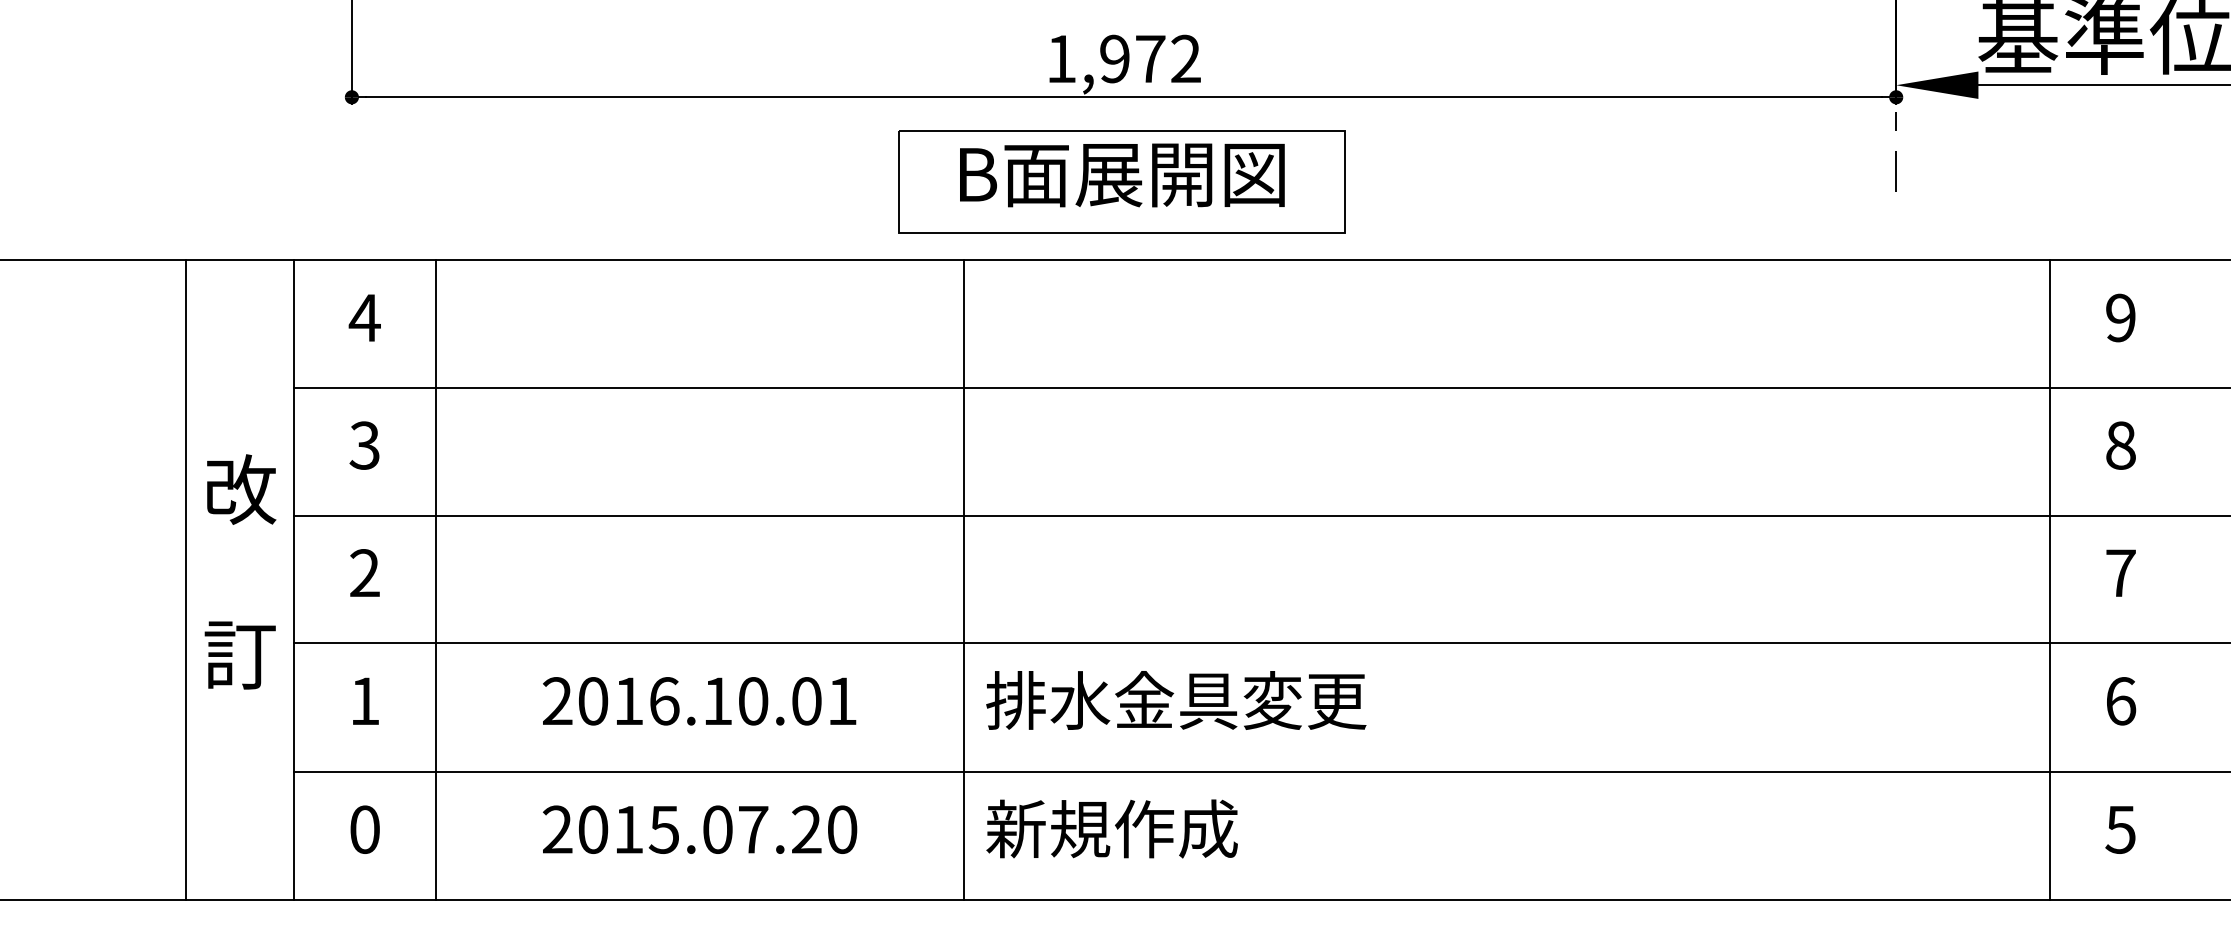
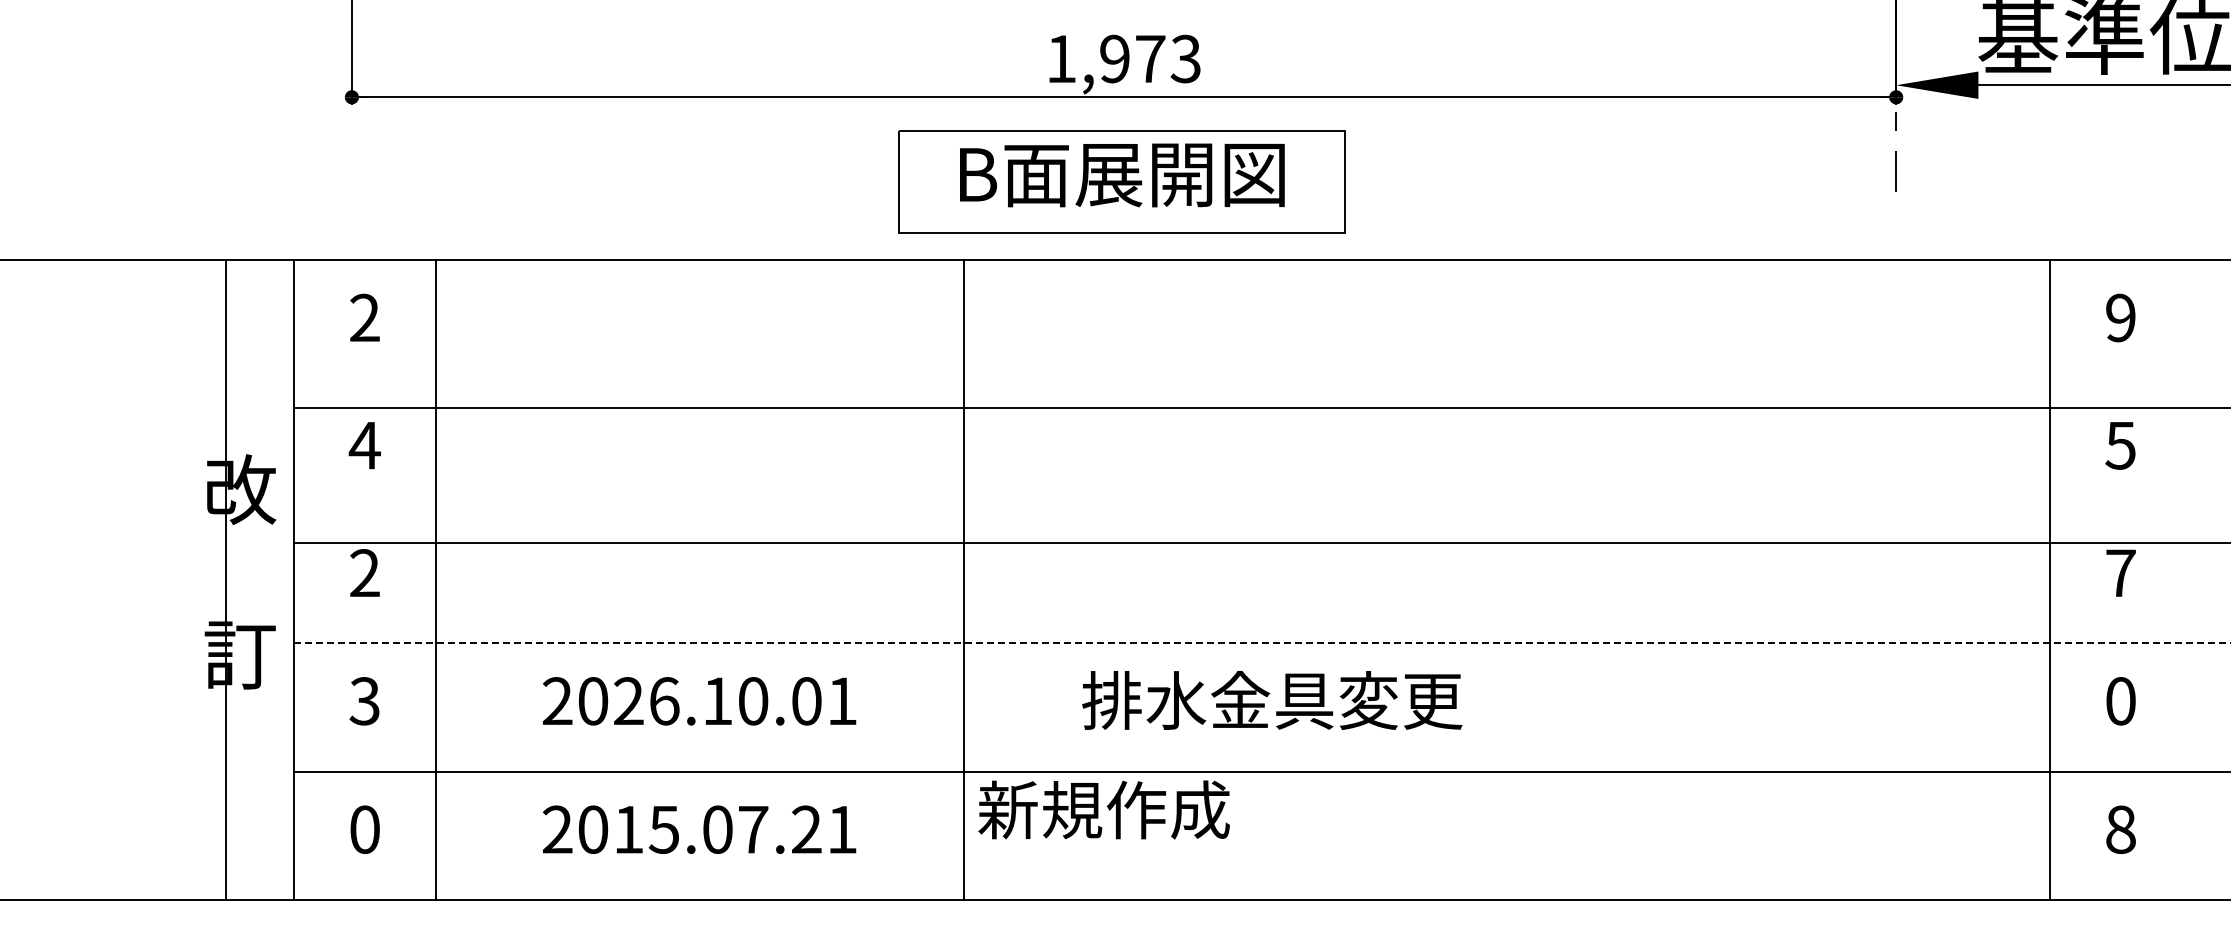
text at (1185, 59): 1,972 -> 1,973
text at (364, 317): 4 -> 2
line at (1260, 387) position: (1260, 387) -> (1260, 407)
text at (364, 445): 3 -> 4
text at (2120, 445): 8 -> 5
line at (1260, 515) position: (1260, 515) -> (1260, 542)
line at (186, 580) position: (186, 580) -> (226, 580)
line at (1262, 643): solid -> dashed
text at (628, 700): 2016.10.01 -> 2026.10.01
text at (1176, 700) position: (1176, 700) -> (1272, 700)
text at (364, 701): 1 -> 3
text at (2121, 701): 6 -> 0
text at (1111, 828) position: (1111, 828) -> (1103, 809)
text at (842, 829): 2015.07.20 -> 2015.07.21
text at (2120, 829): 5 -> 8
